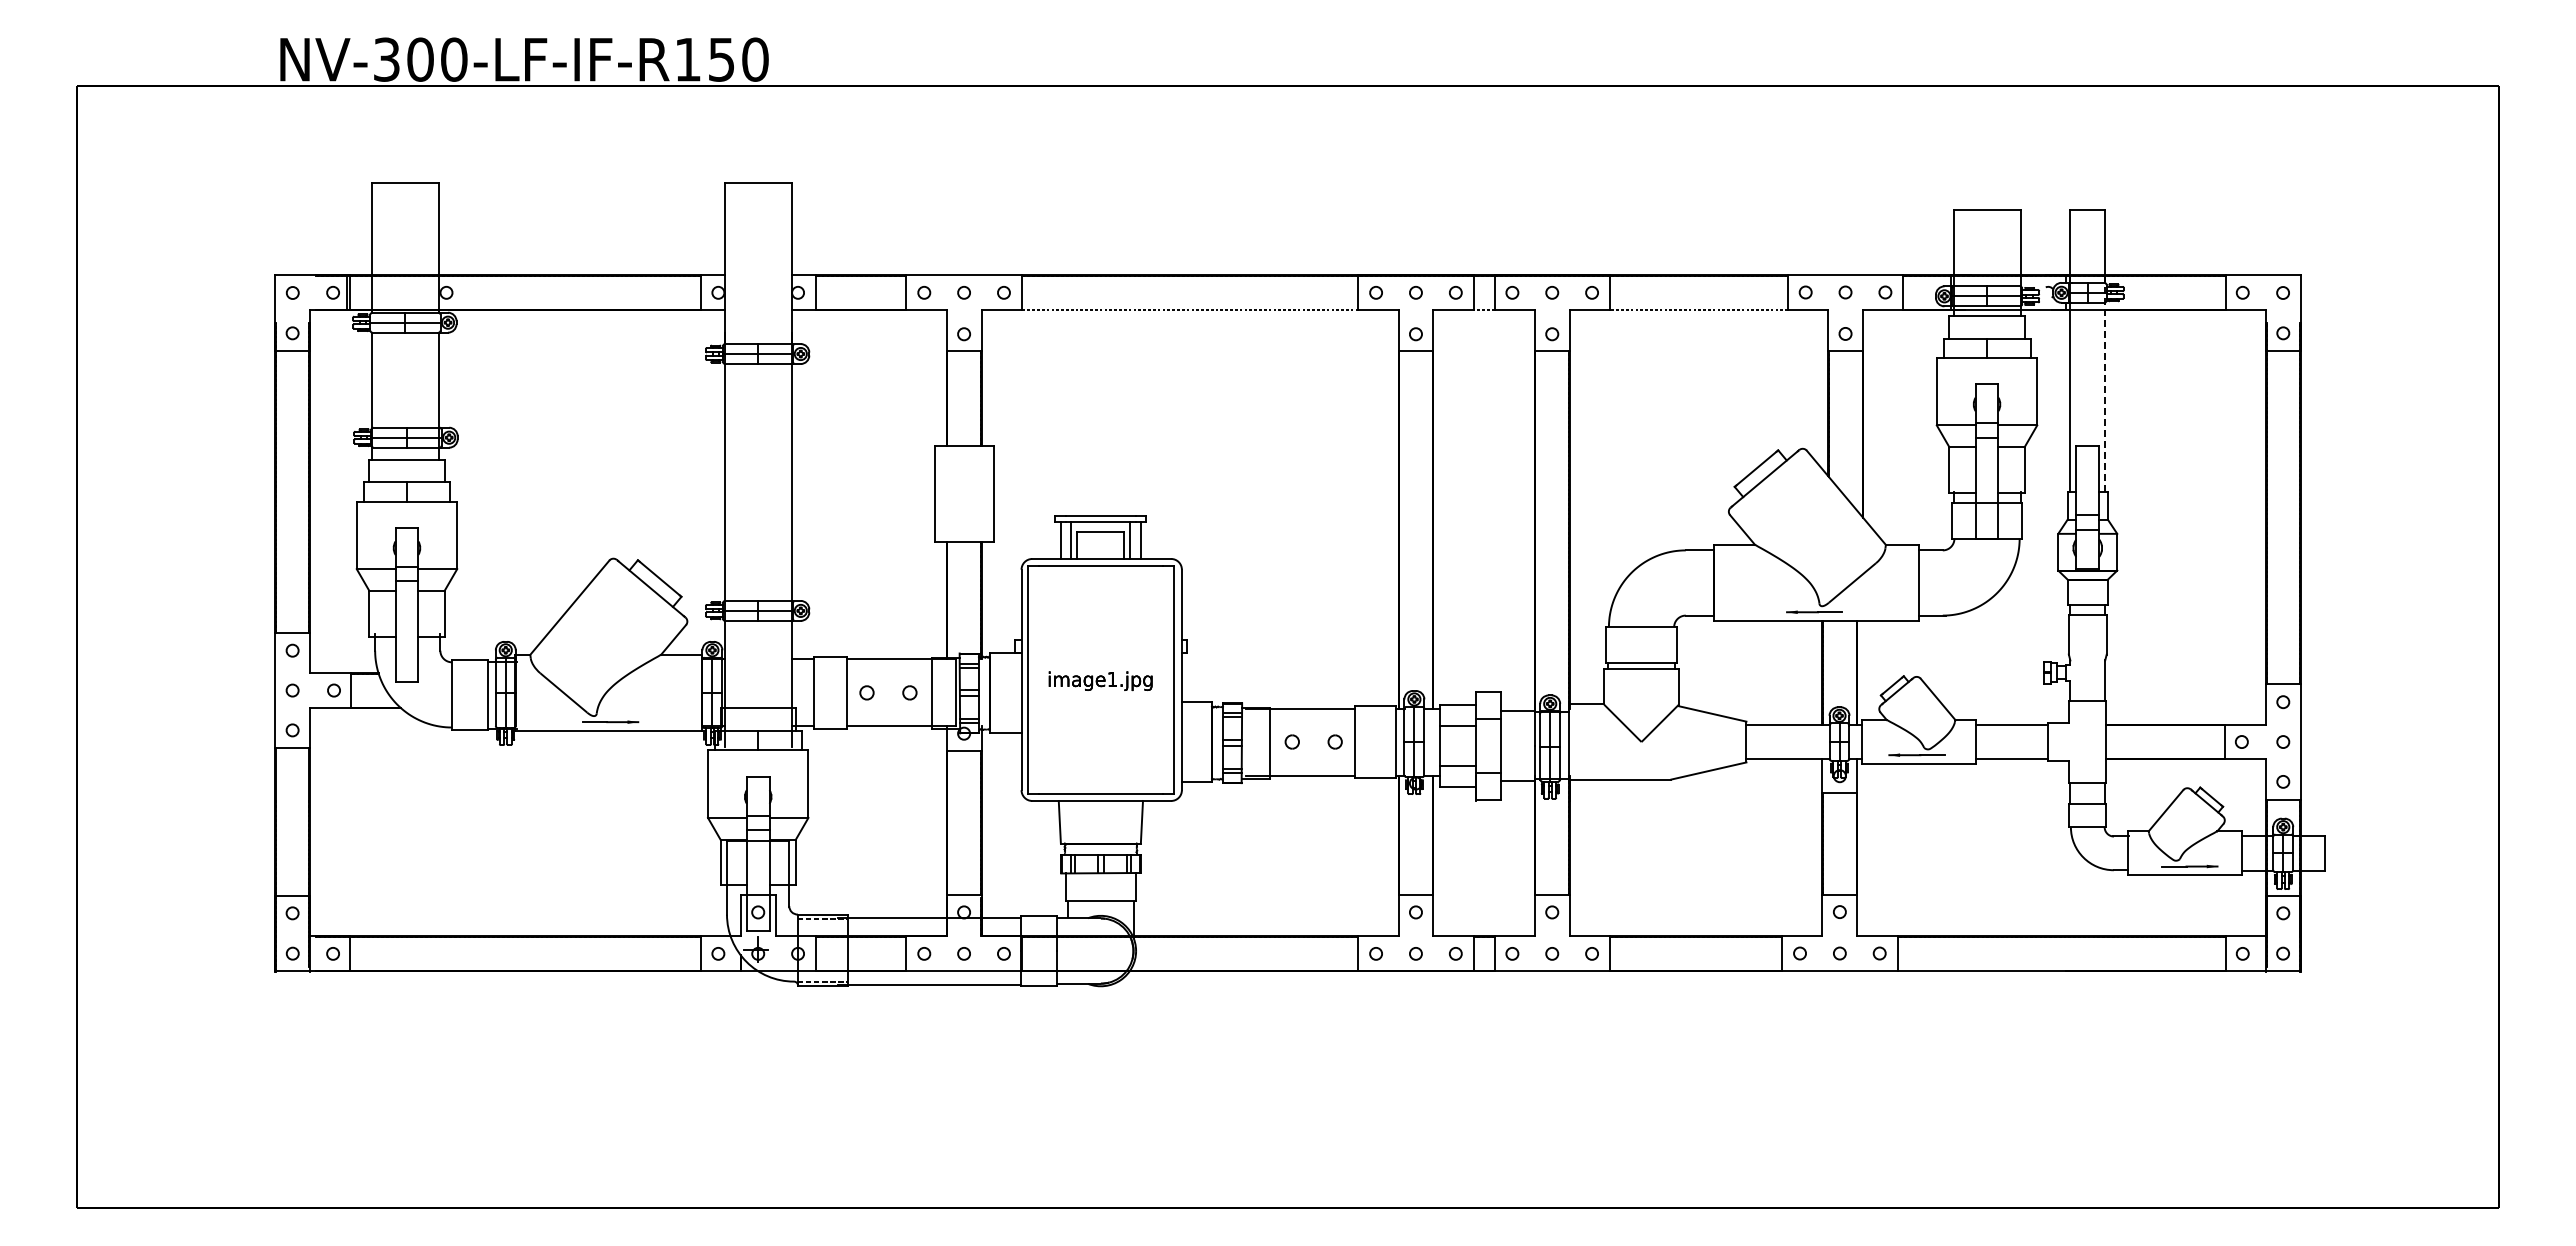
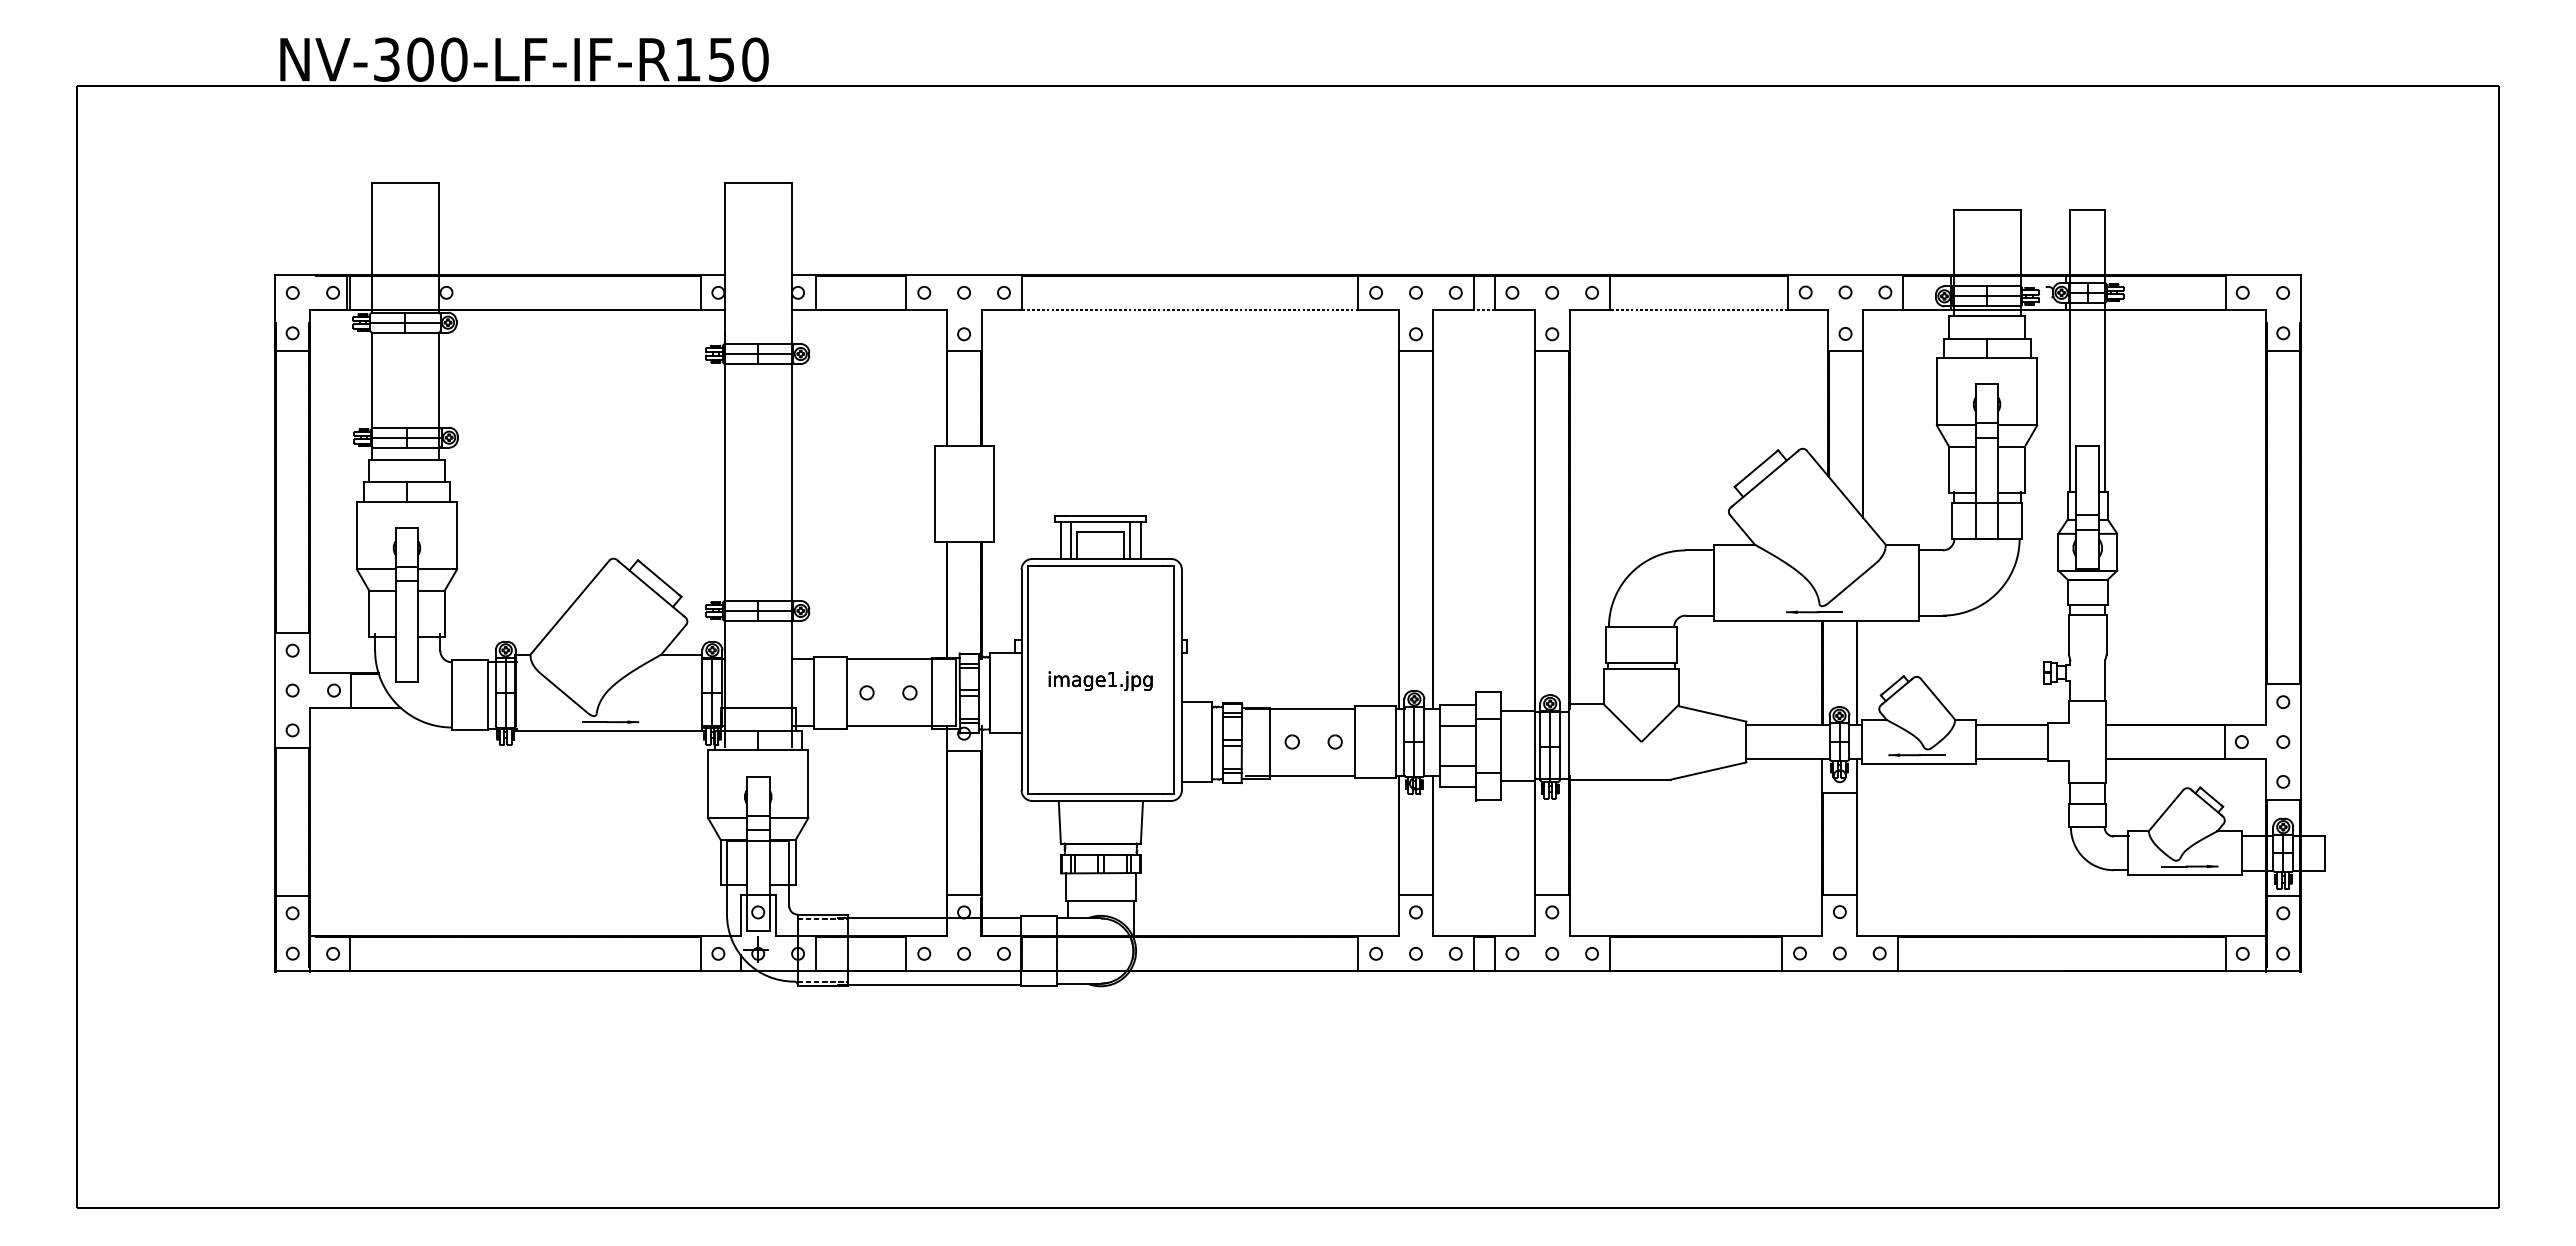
line at (2105, 382): dashed -> solid
